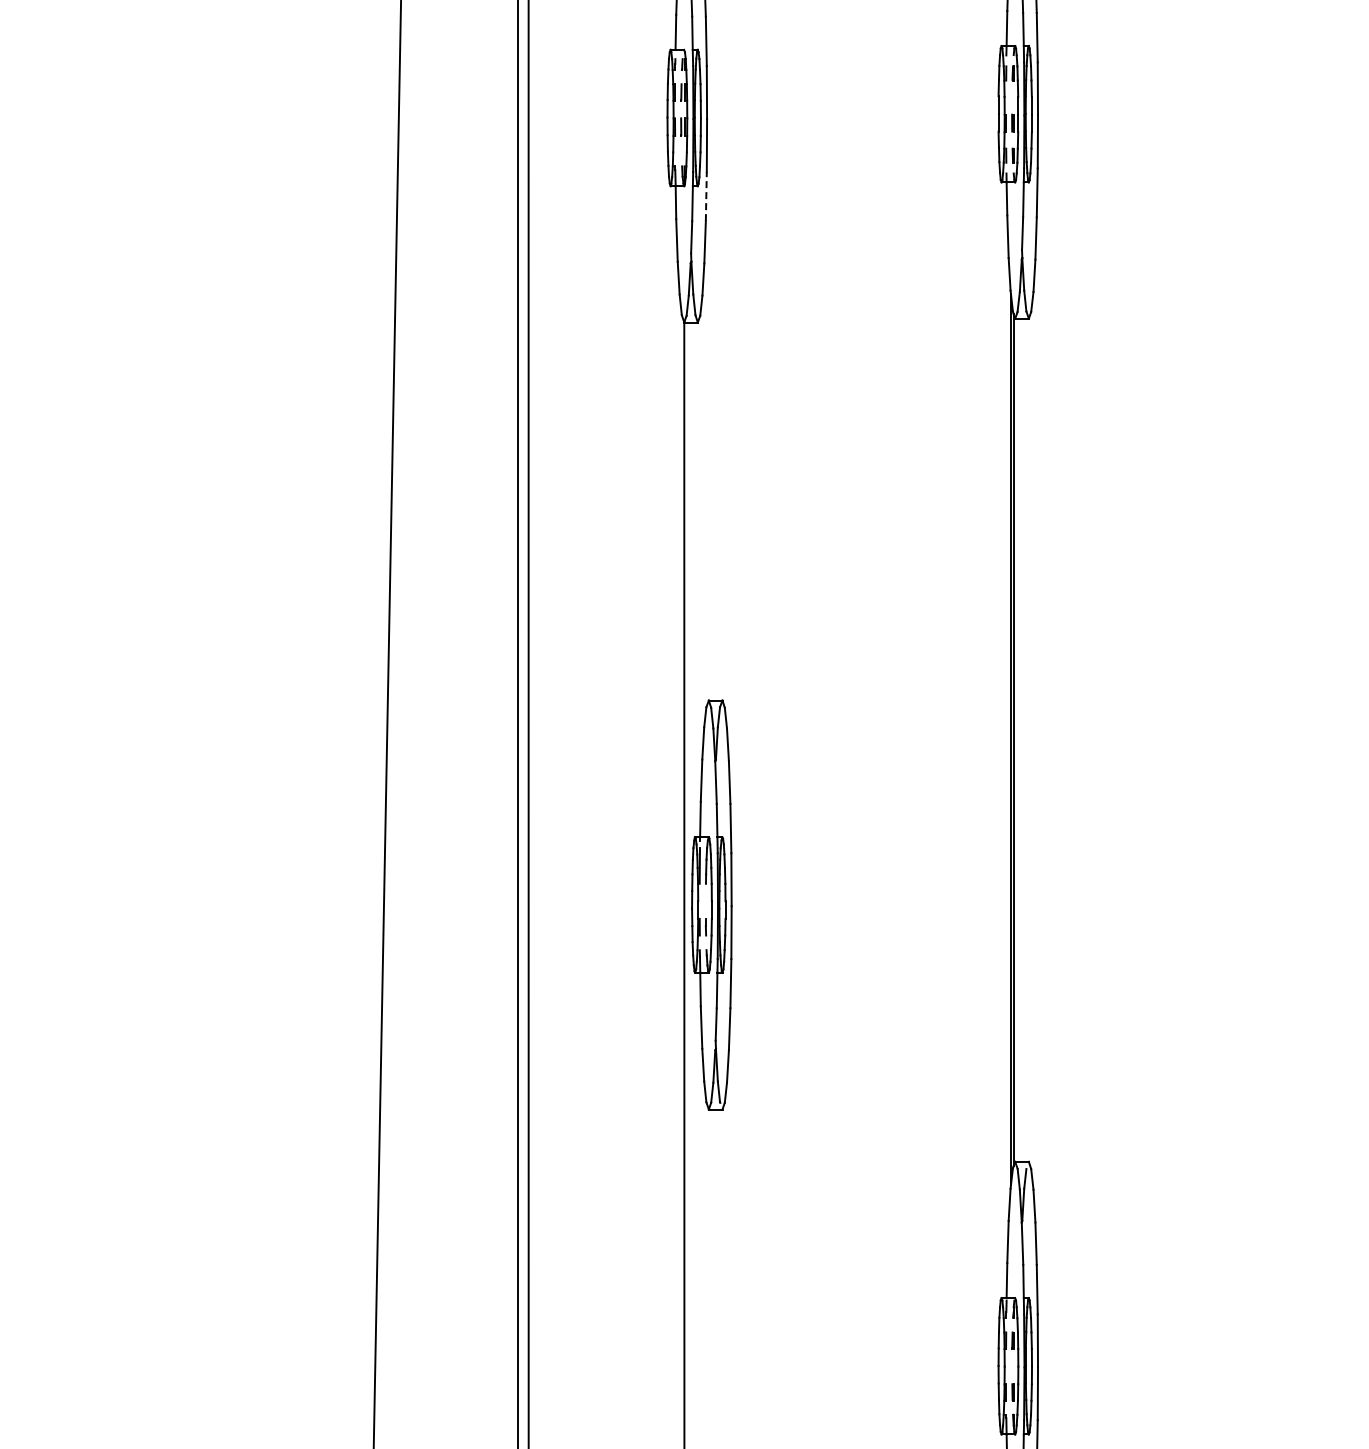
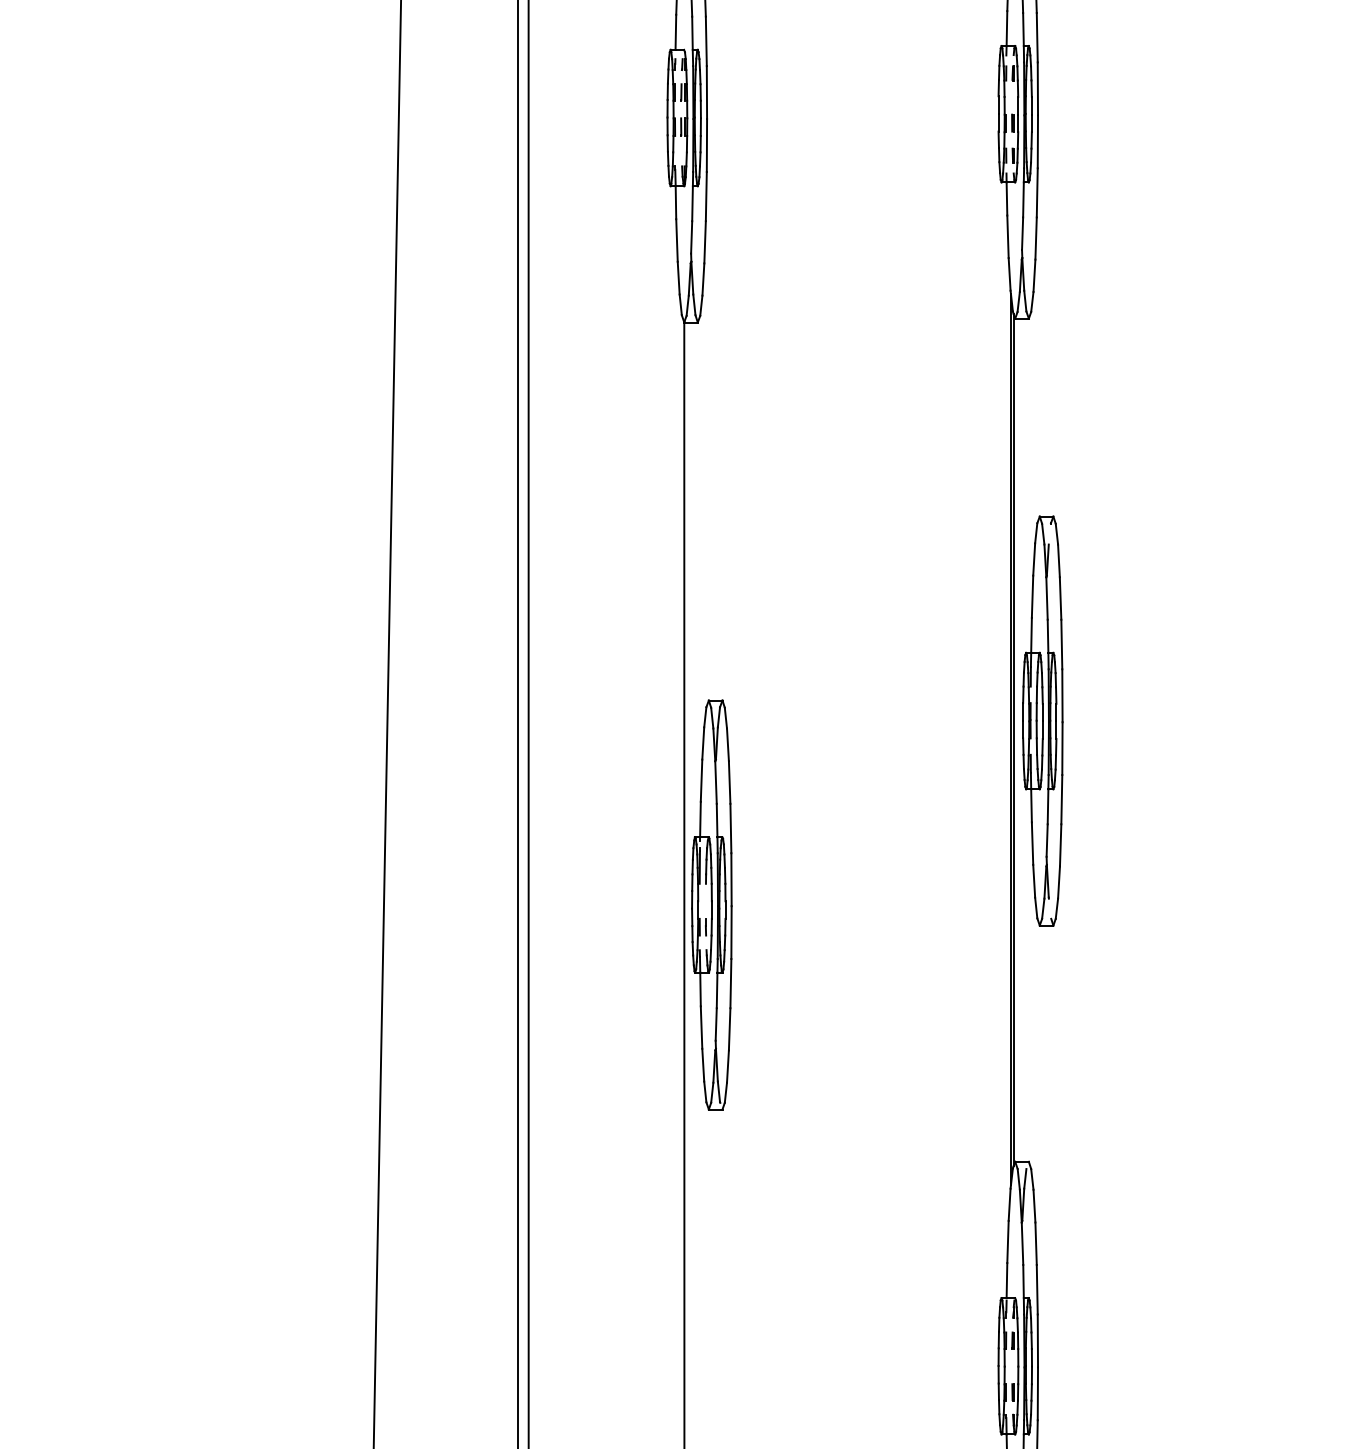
line at (706, 196): dashed -> solid
part at (1042, 720): none -> present
